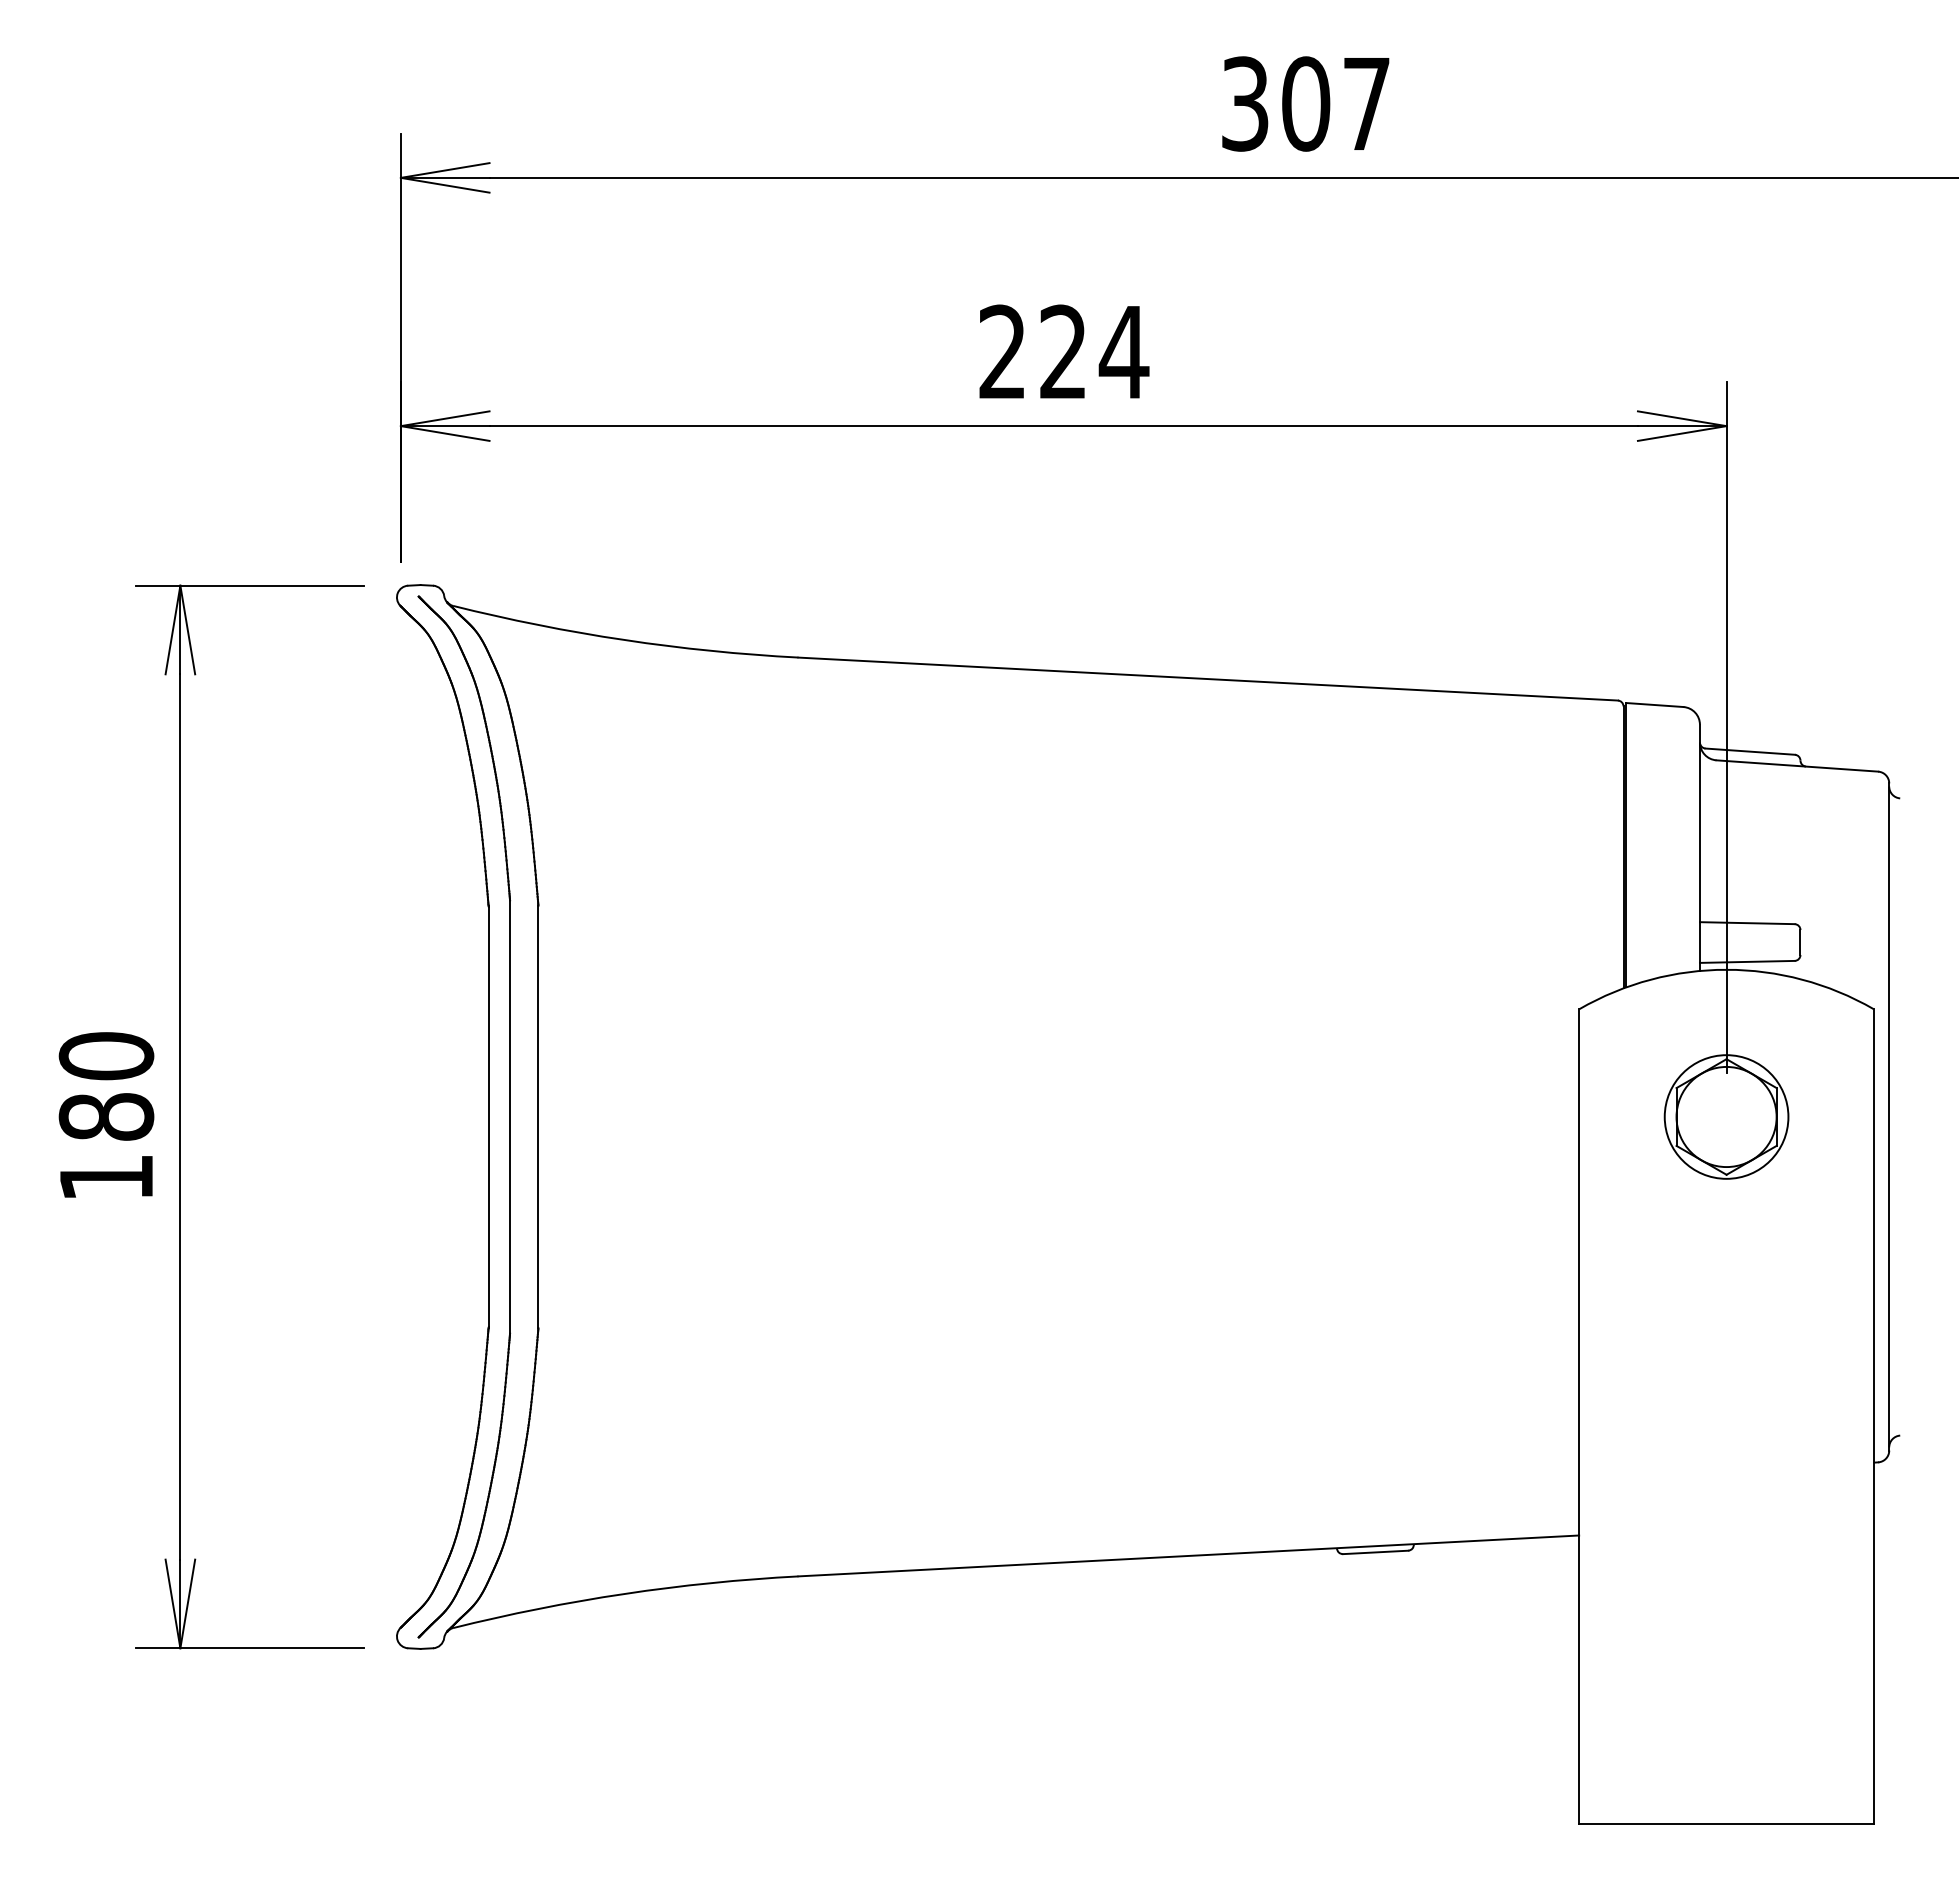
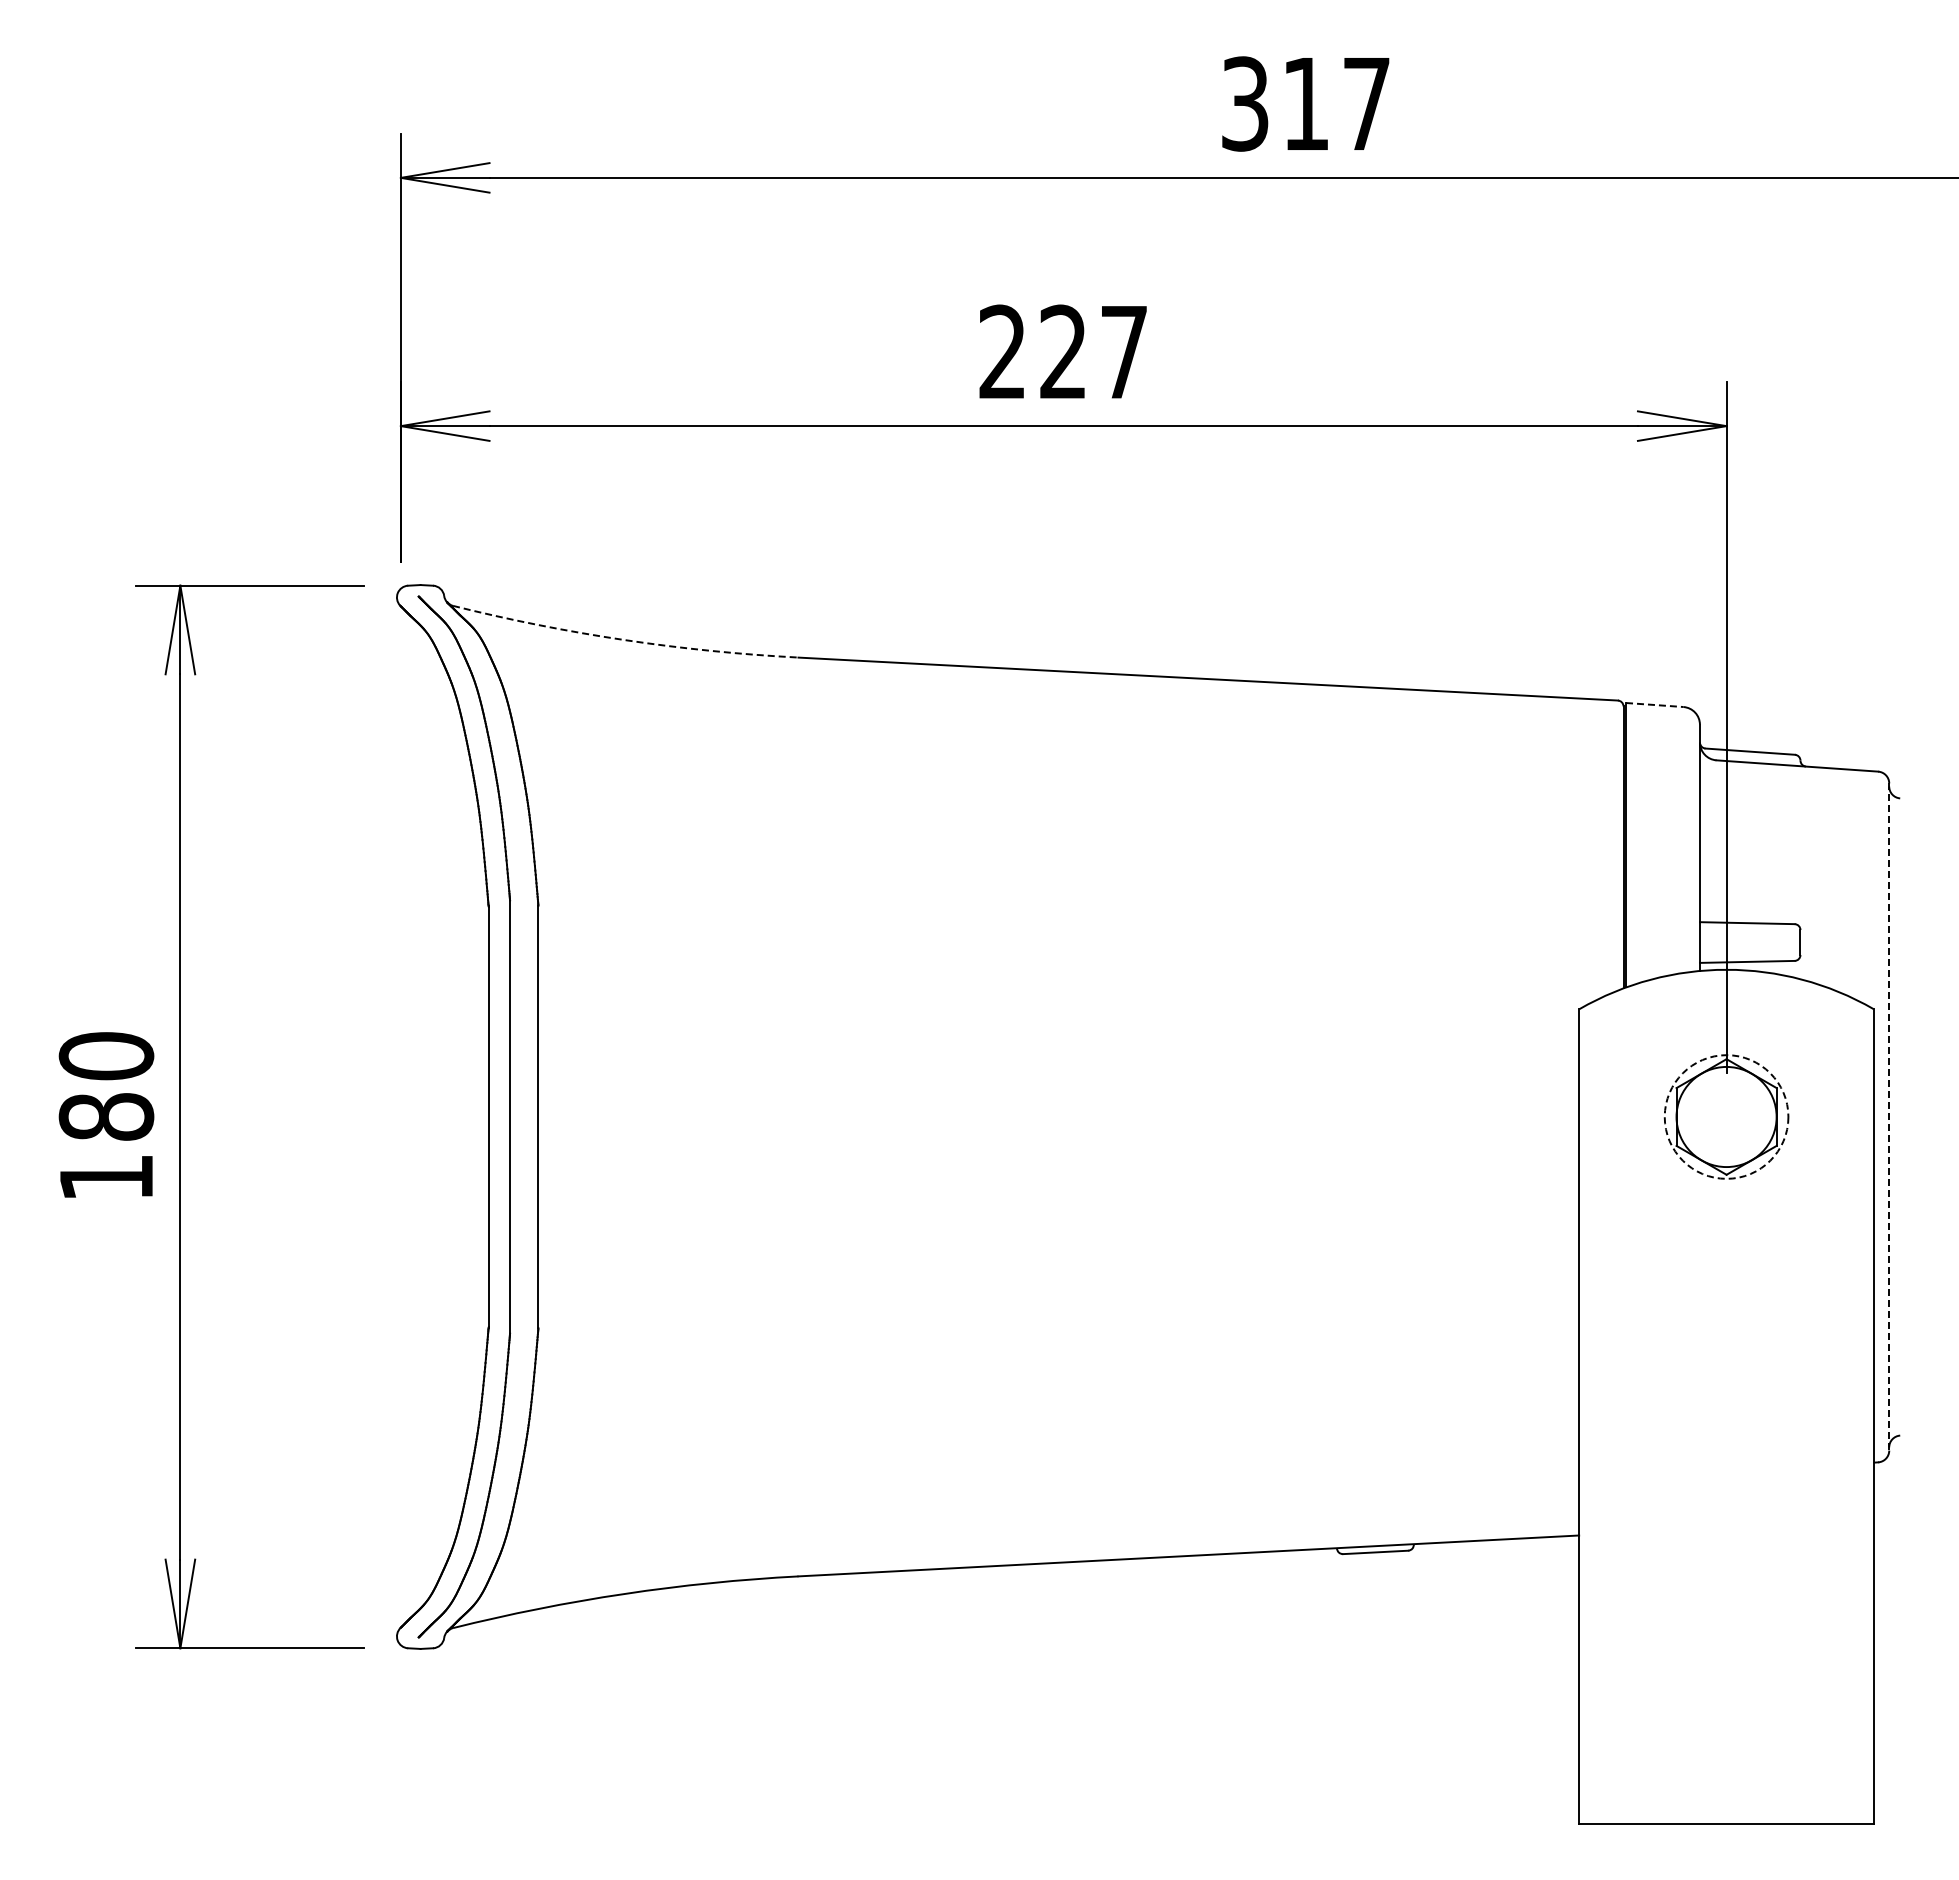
text at (1306, 103): 307 -> 317
text at (1123, 352): 224 -> 227
arc at (624, 640): solid -> dashed
line at (1654, 705): solid -> dashed
circle at (1726, 1116): solid -> dashed
line at (1889, 1117): solid -> dashed
